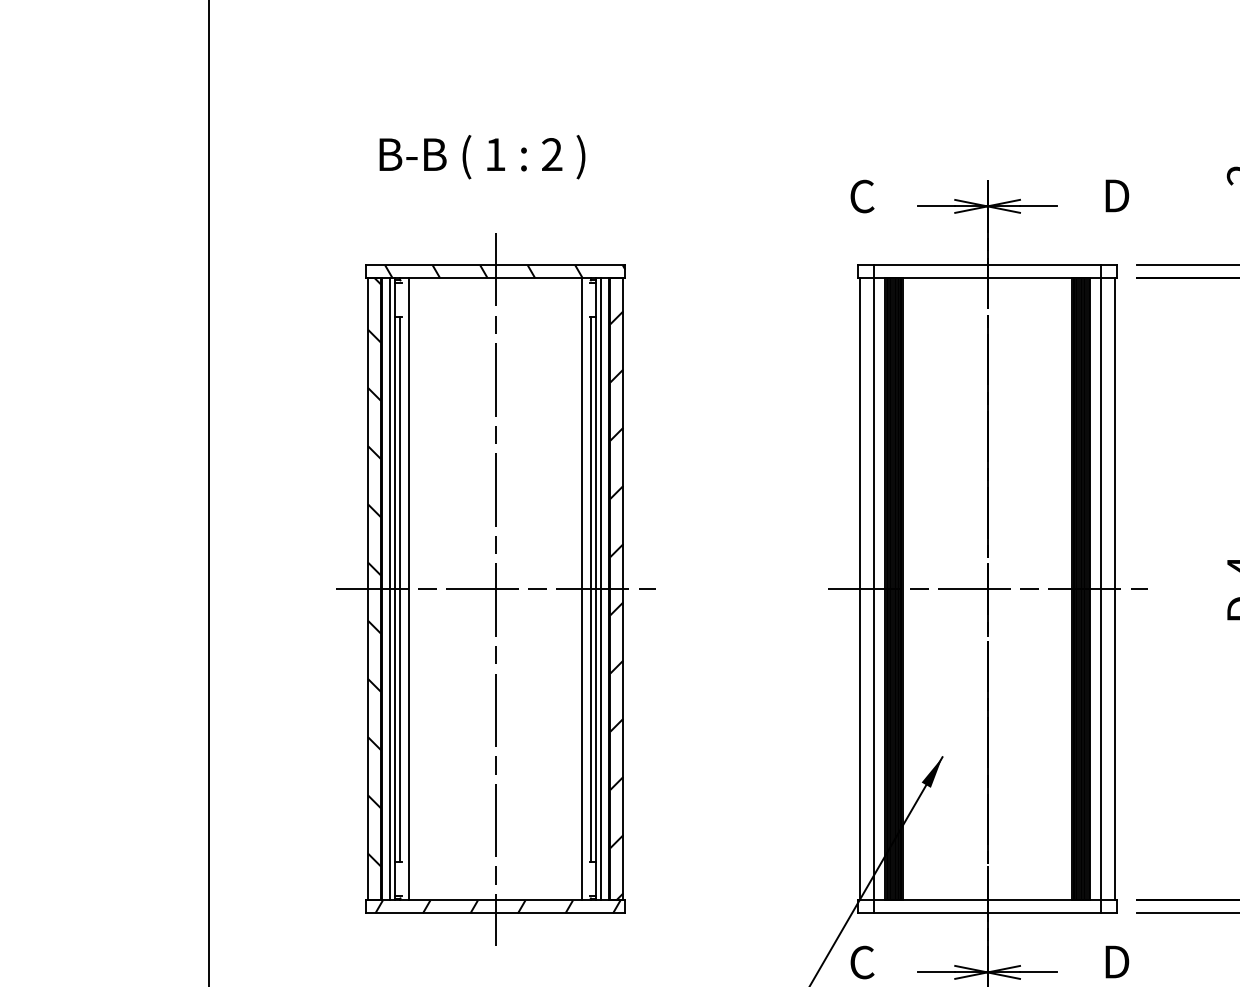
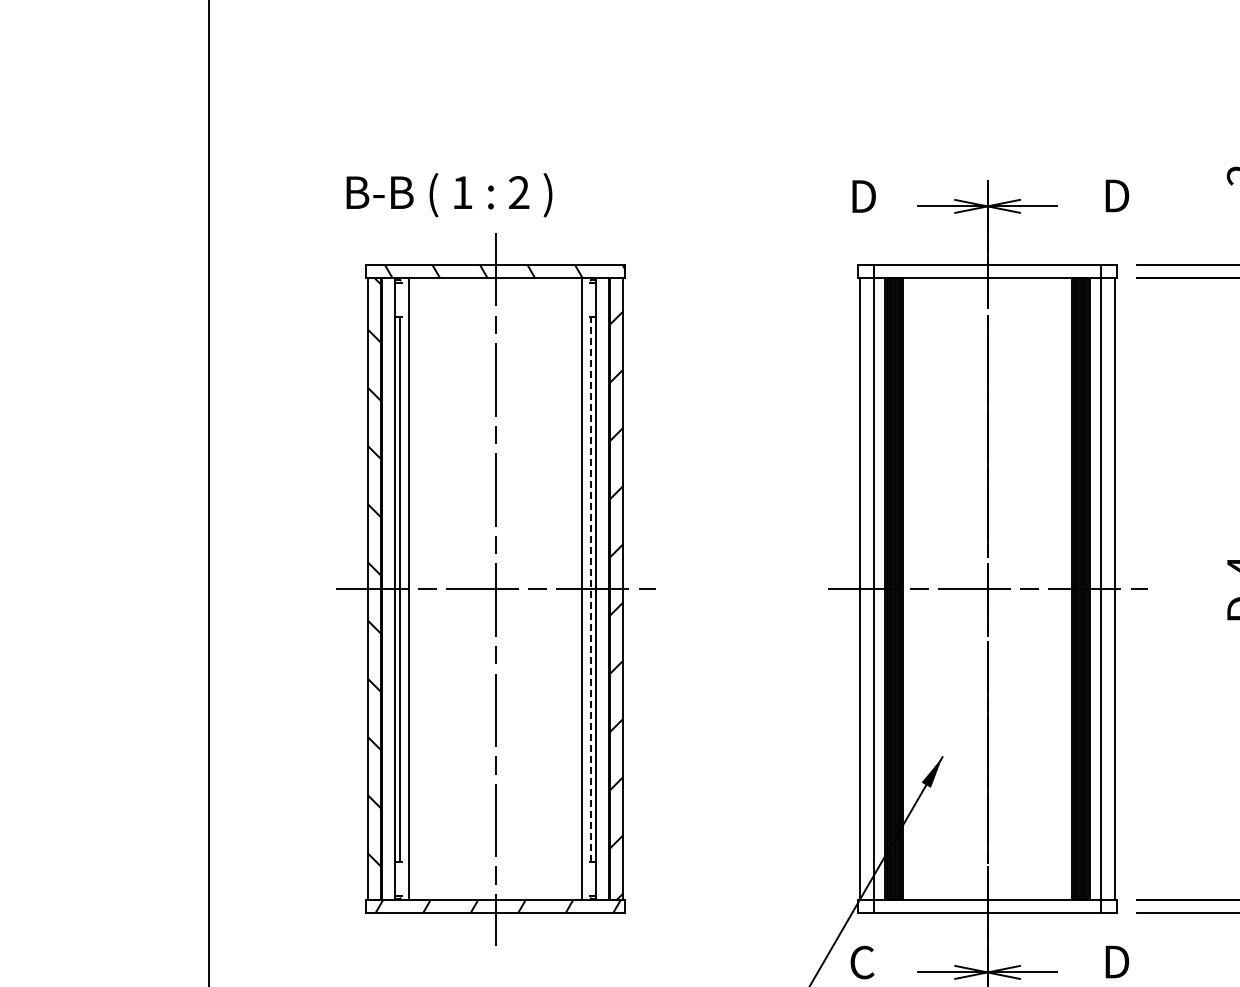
text at (482, 157) position: (482, 157) -> (449, 195)
text at (862, 196): C -> D
line at (590, 588): solid -> dashed
line at (389, 589): present -> none
line at (601, 589): present -> none
